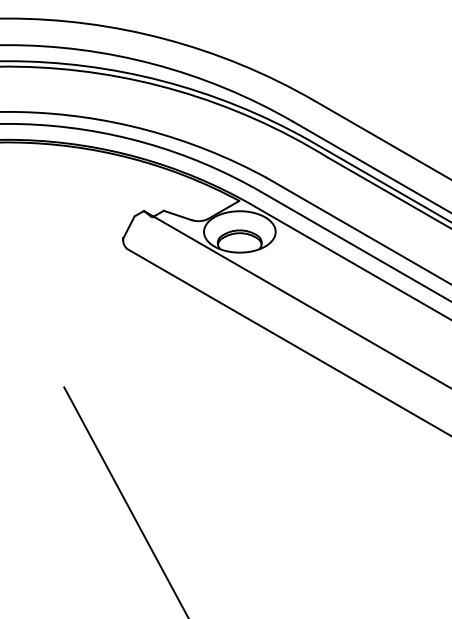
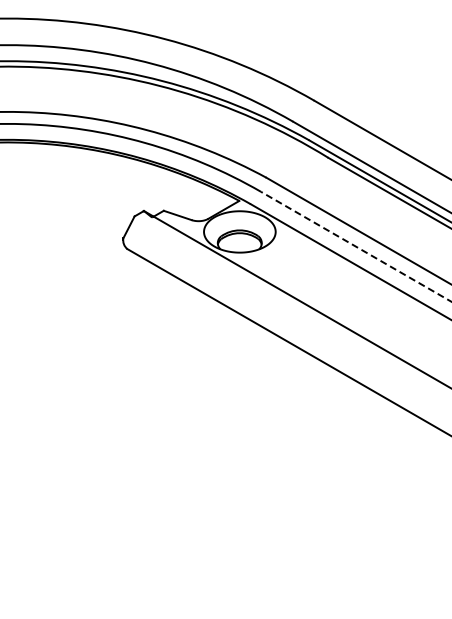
line at (356, 246): solid -> dashed
line at (125, 501): present -> none
